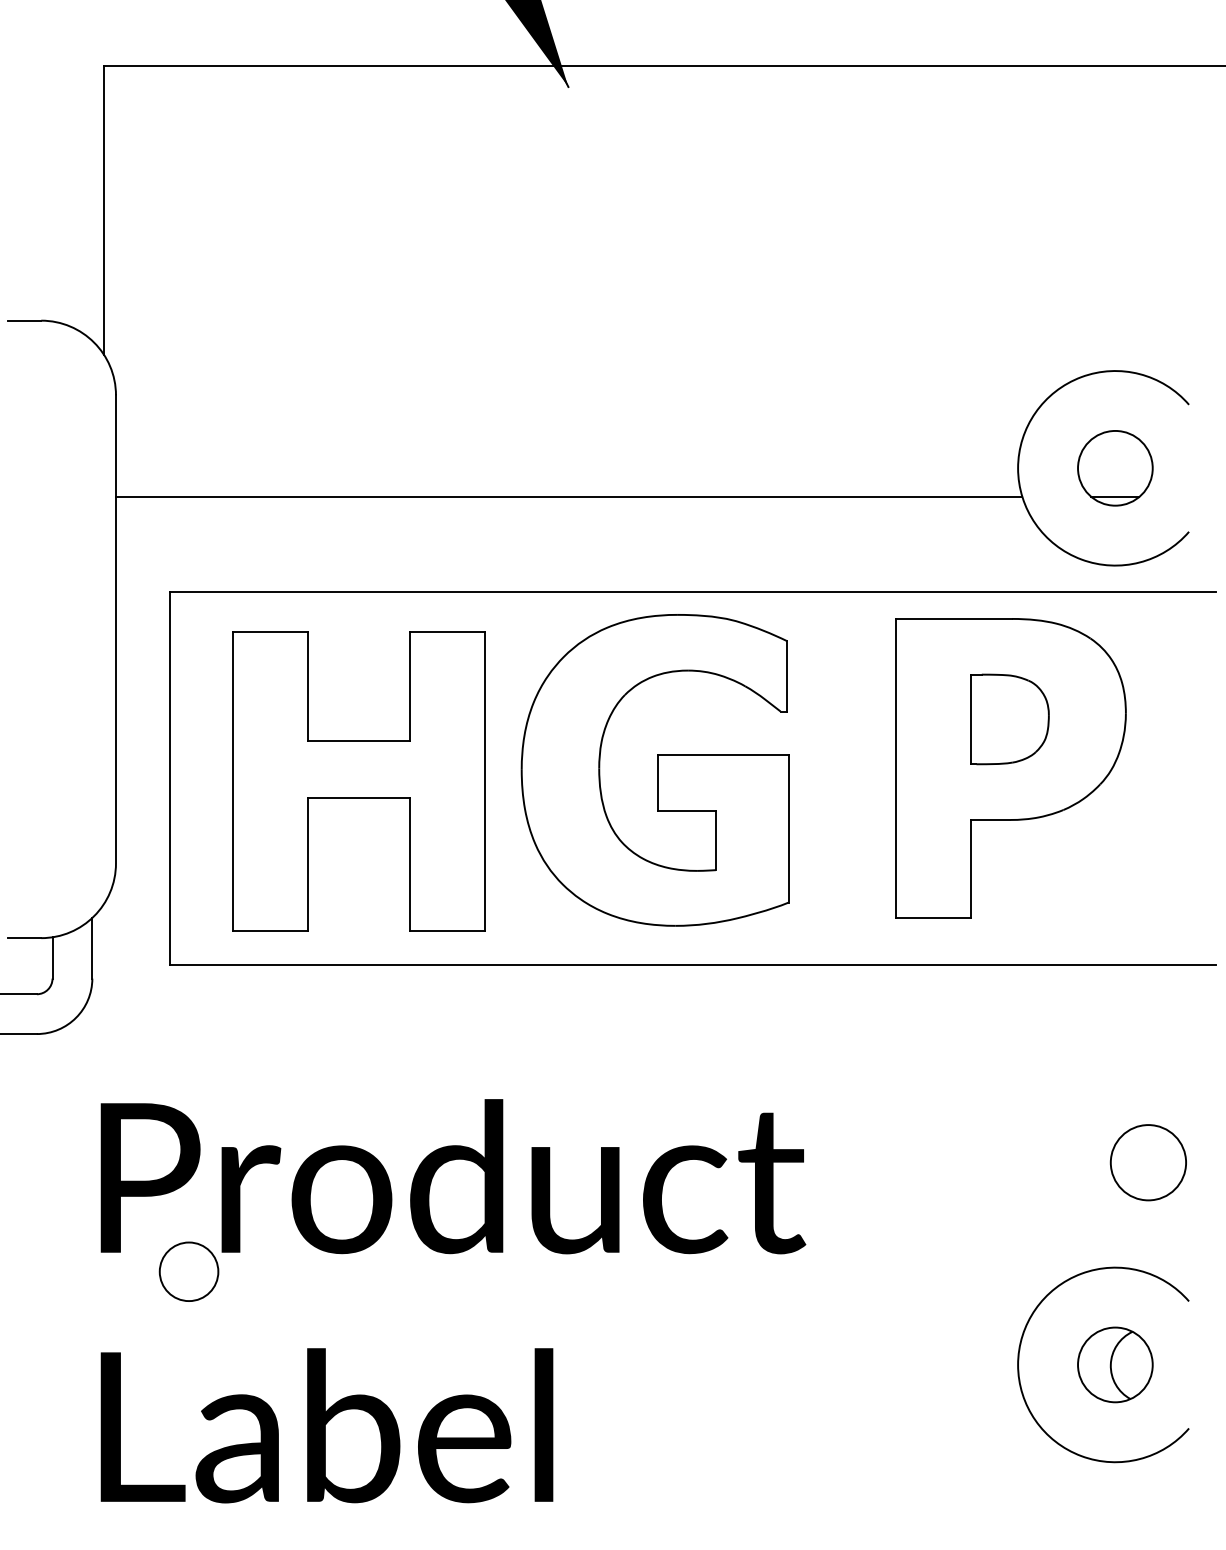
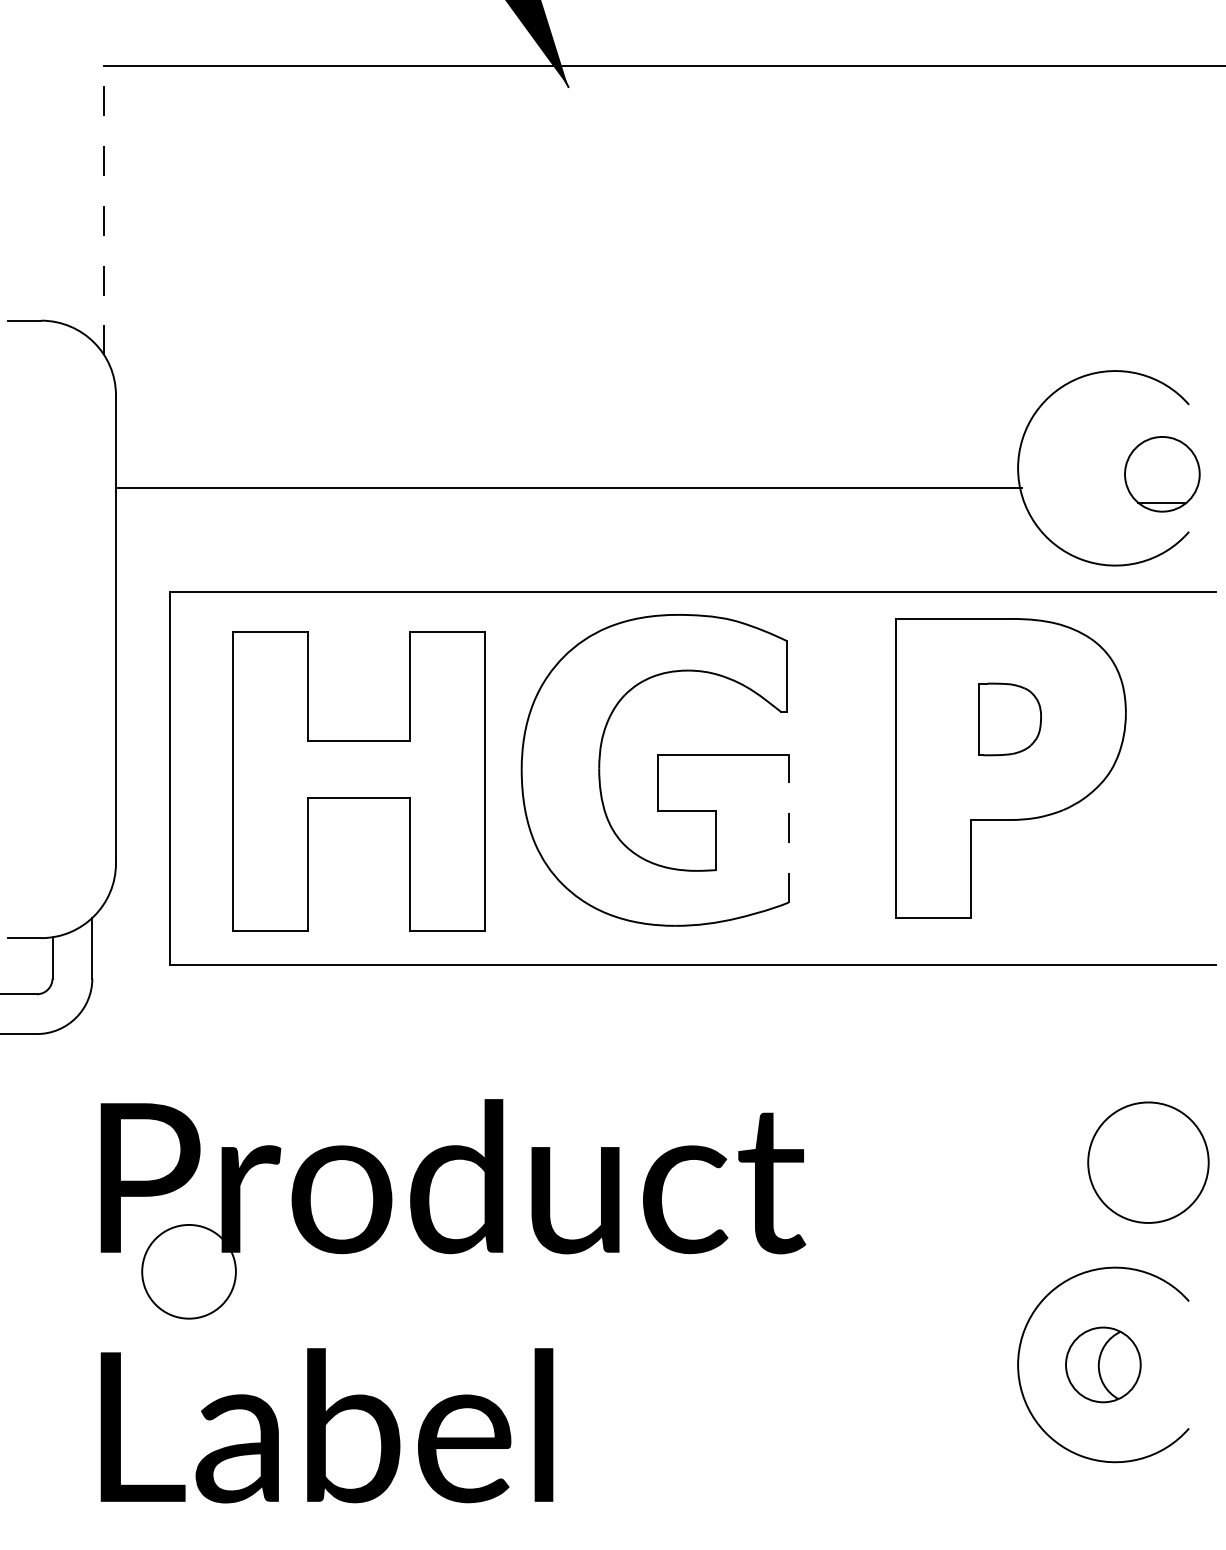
line at (104, 210): solid -> dashed
part at (1115, 468) position: (1115, 468) -> (1162, 474)
line at (569, 496) position: (569, 496) -> (569, 487)
part at (1009, 719) size: 80x93 px -> 64x75 px
line at (788, 828): solid -> dashed
circle at (1148, 1162) diameter: 75 px -> 121 px
circle at (188, 1271) diameter: 59 px -> 94 px
part at (1115, 1364) position: (1115, 1364) -> (1103, 1364)
